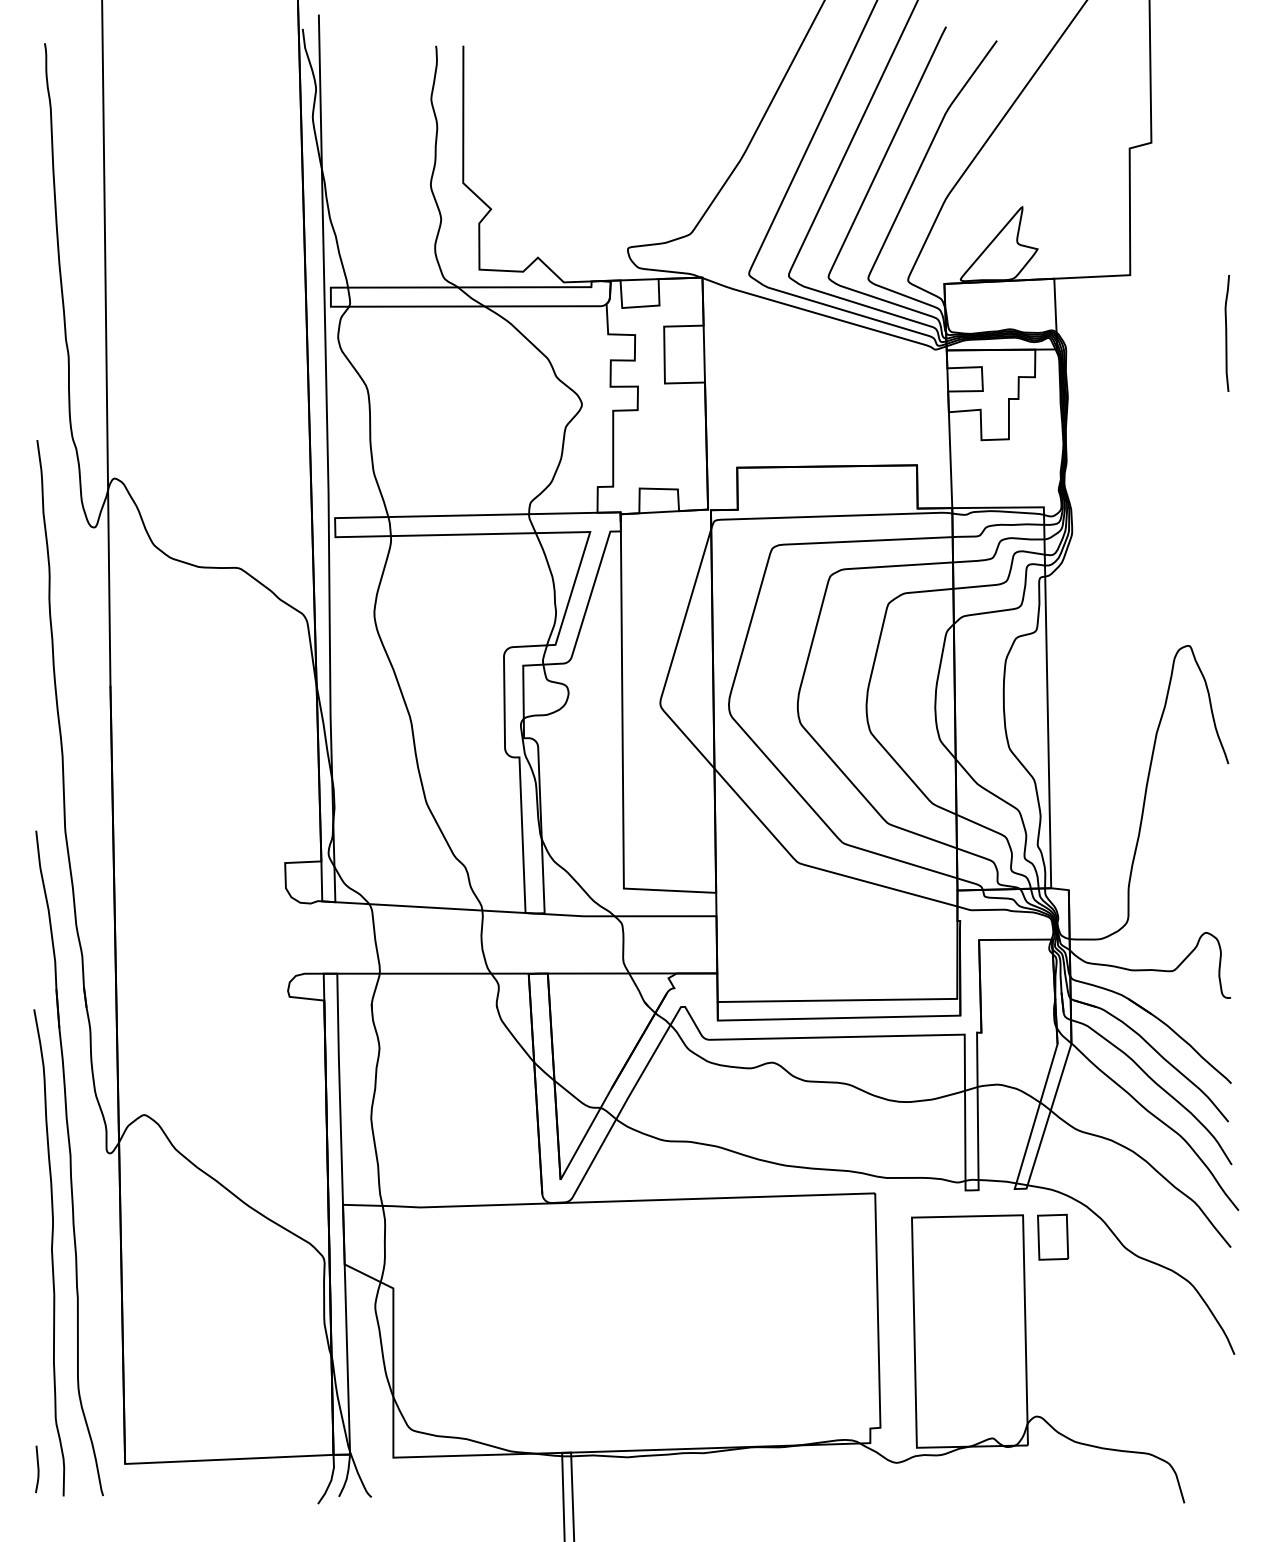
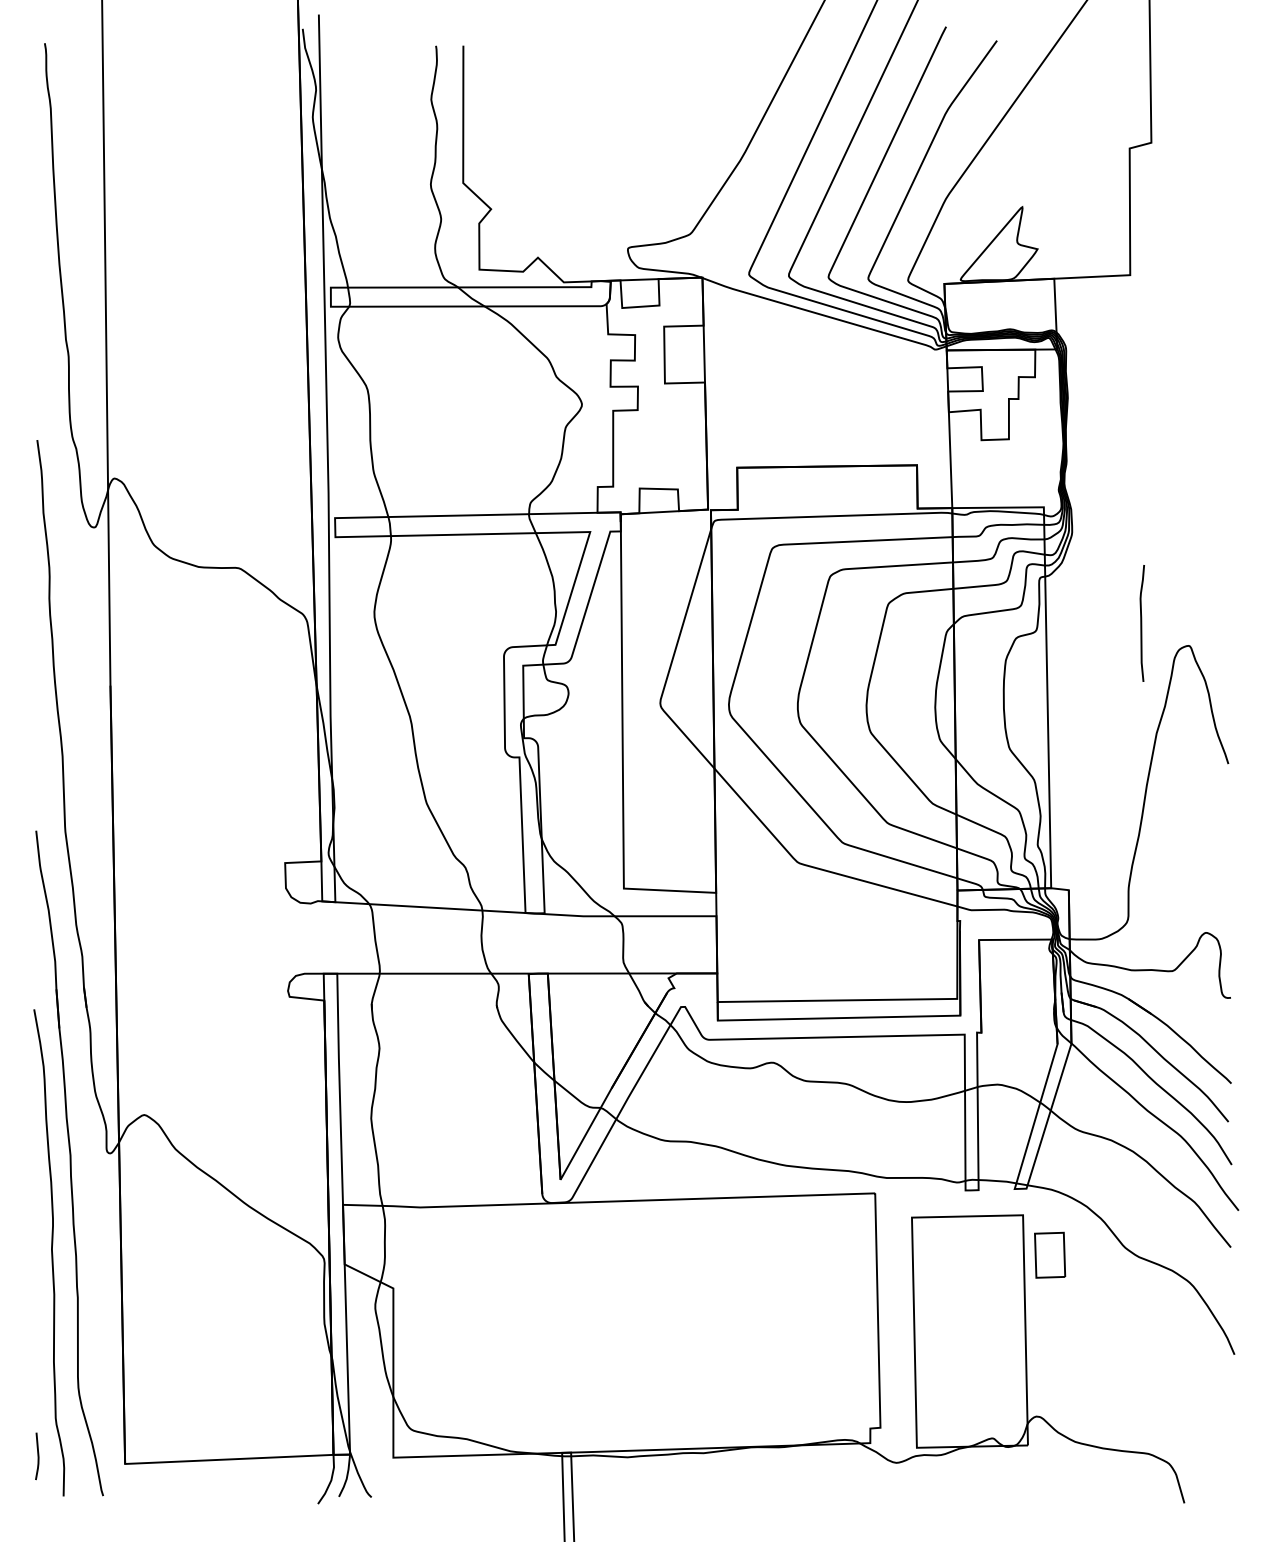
curve at (1226, 333) position: (1226, 333) -> (1141, 623)
part at (1053, 1236) position: (1053, 1236) -> (1050, 1254)
line at (37, 1469) position: (37, 1469) -> (37, 1456)
